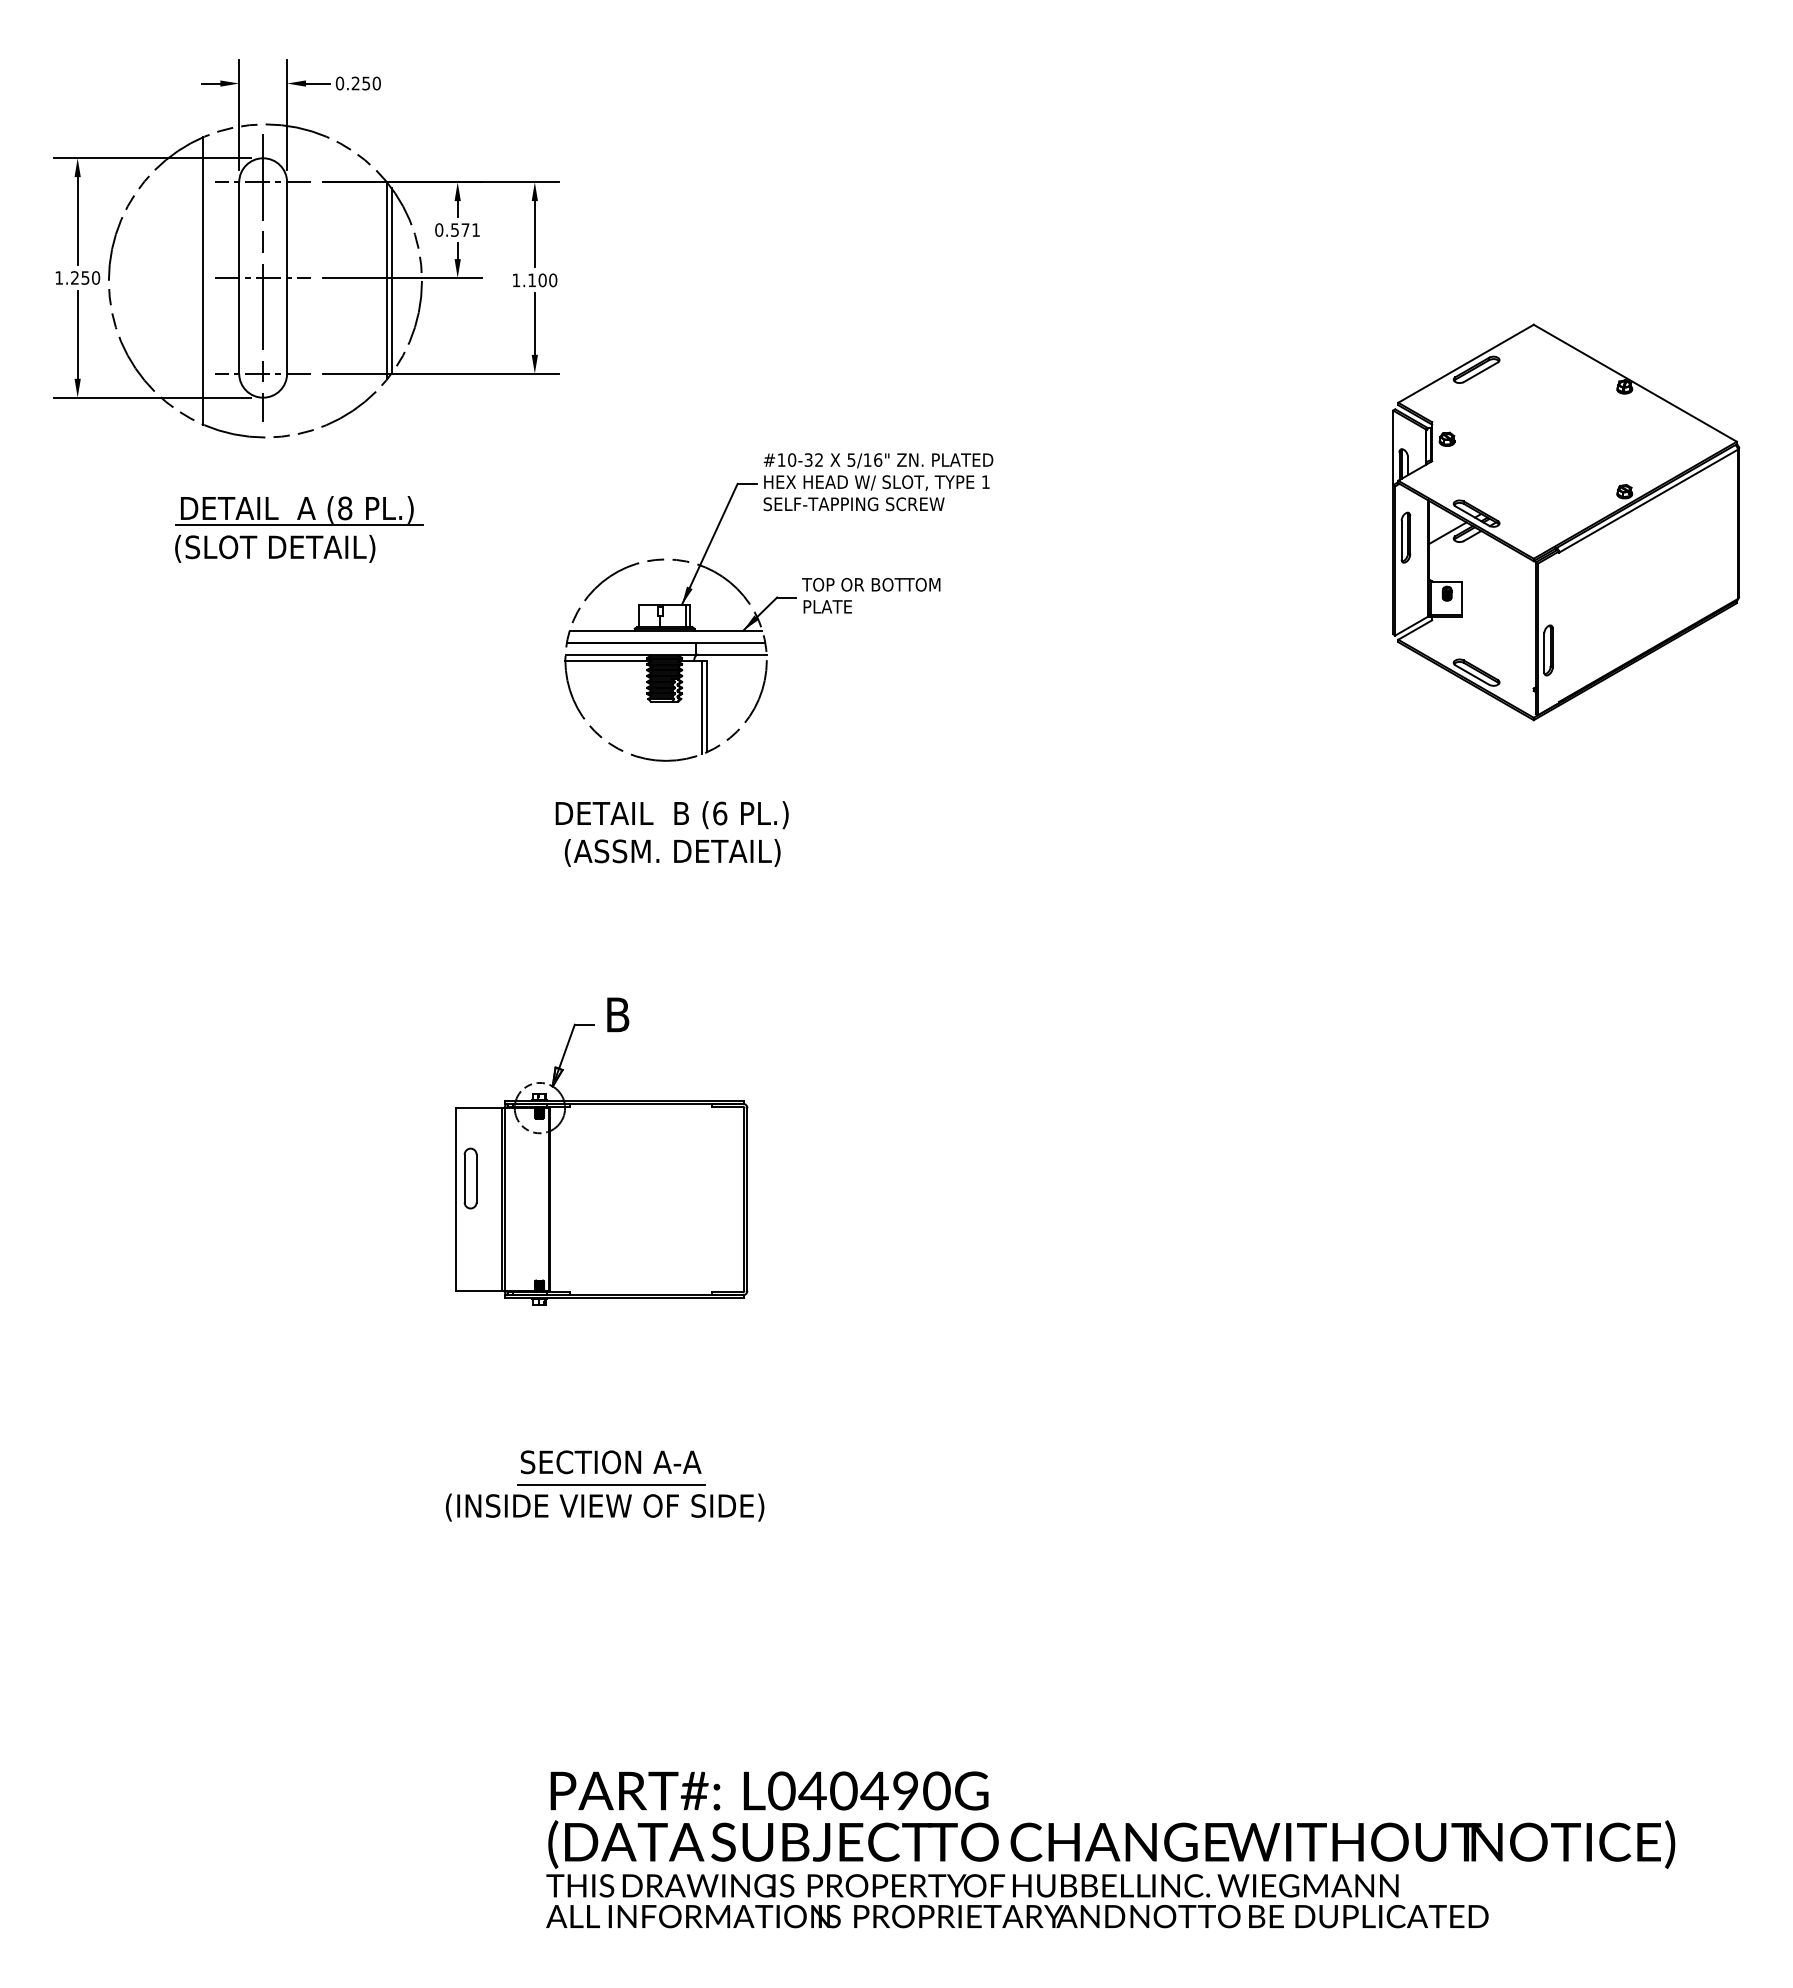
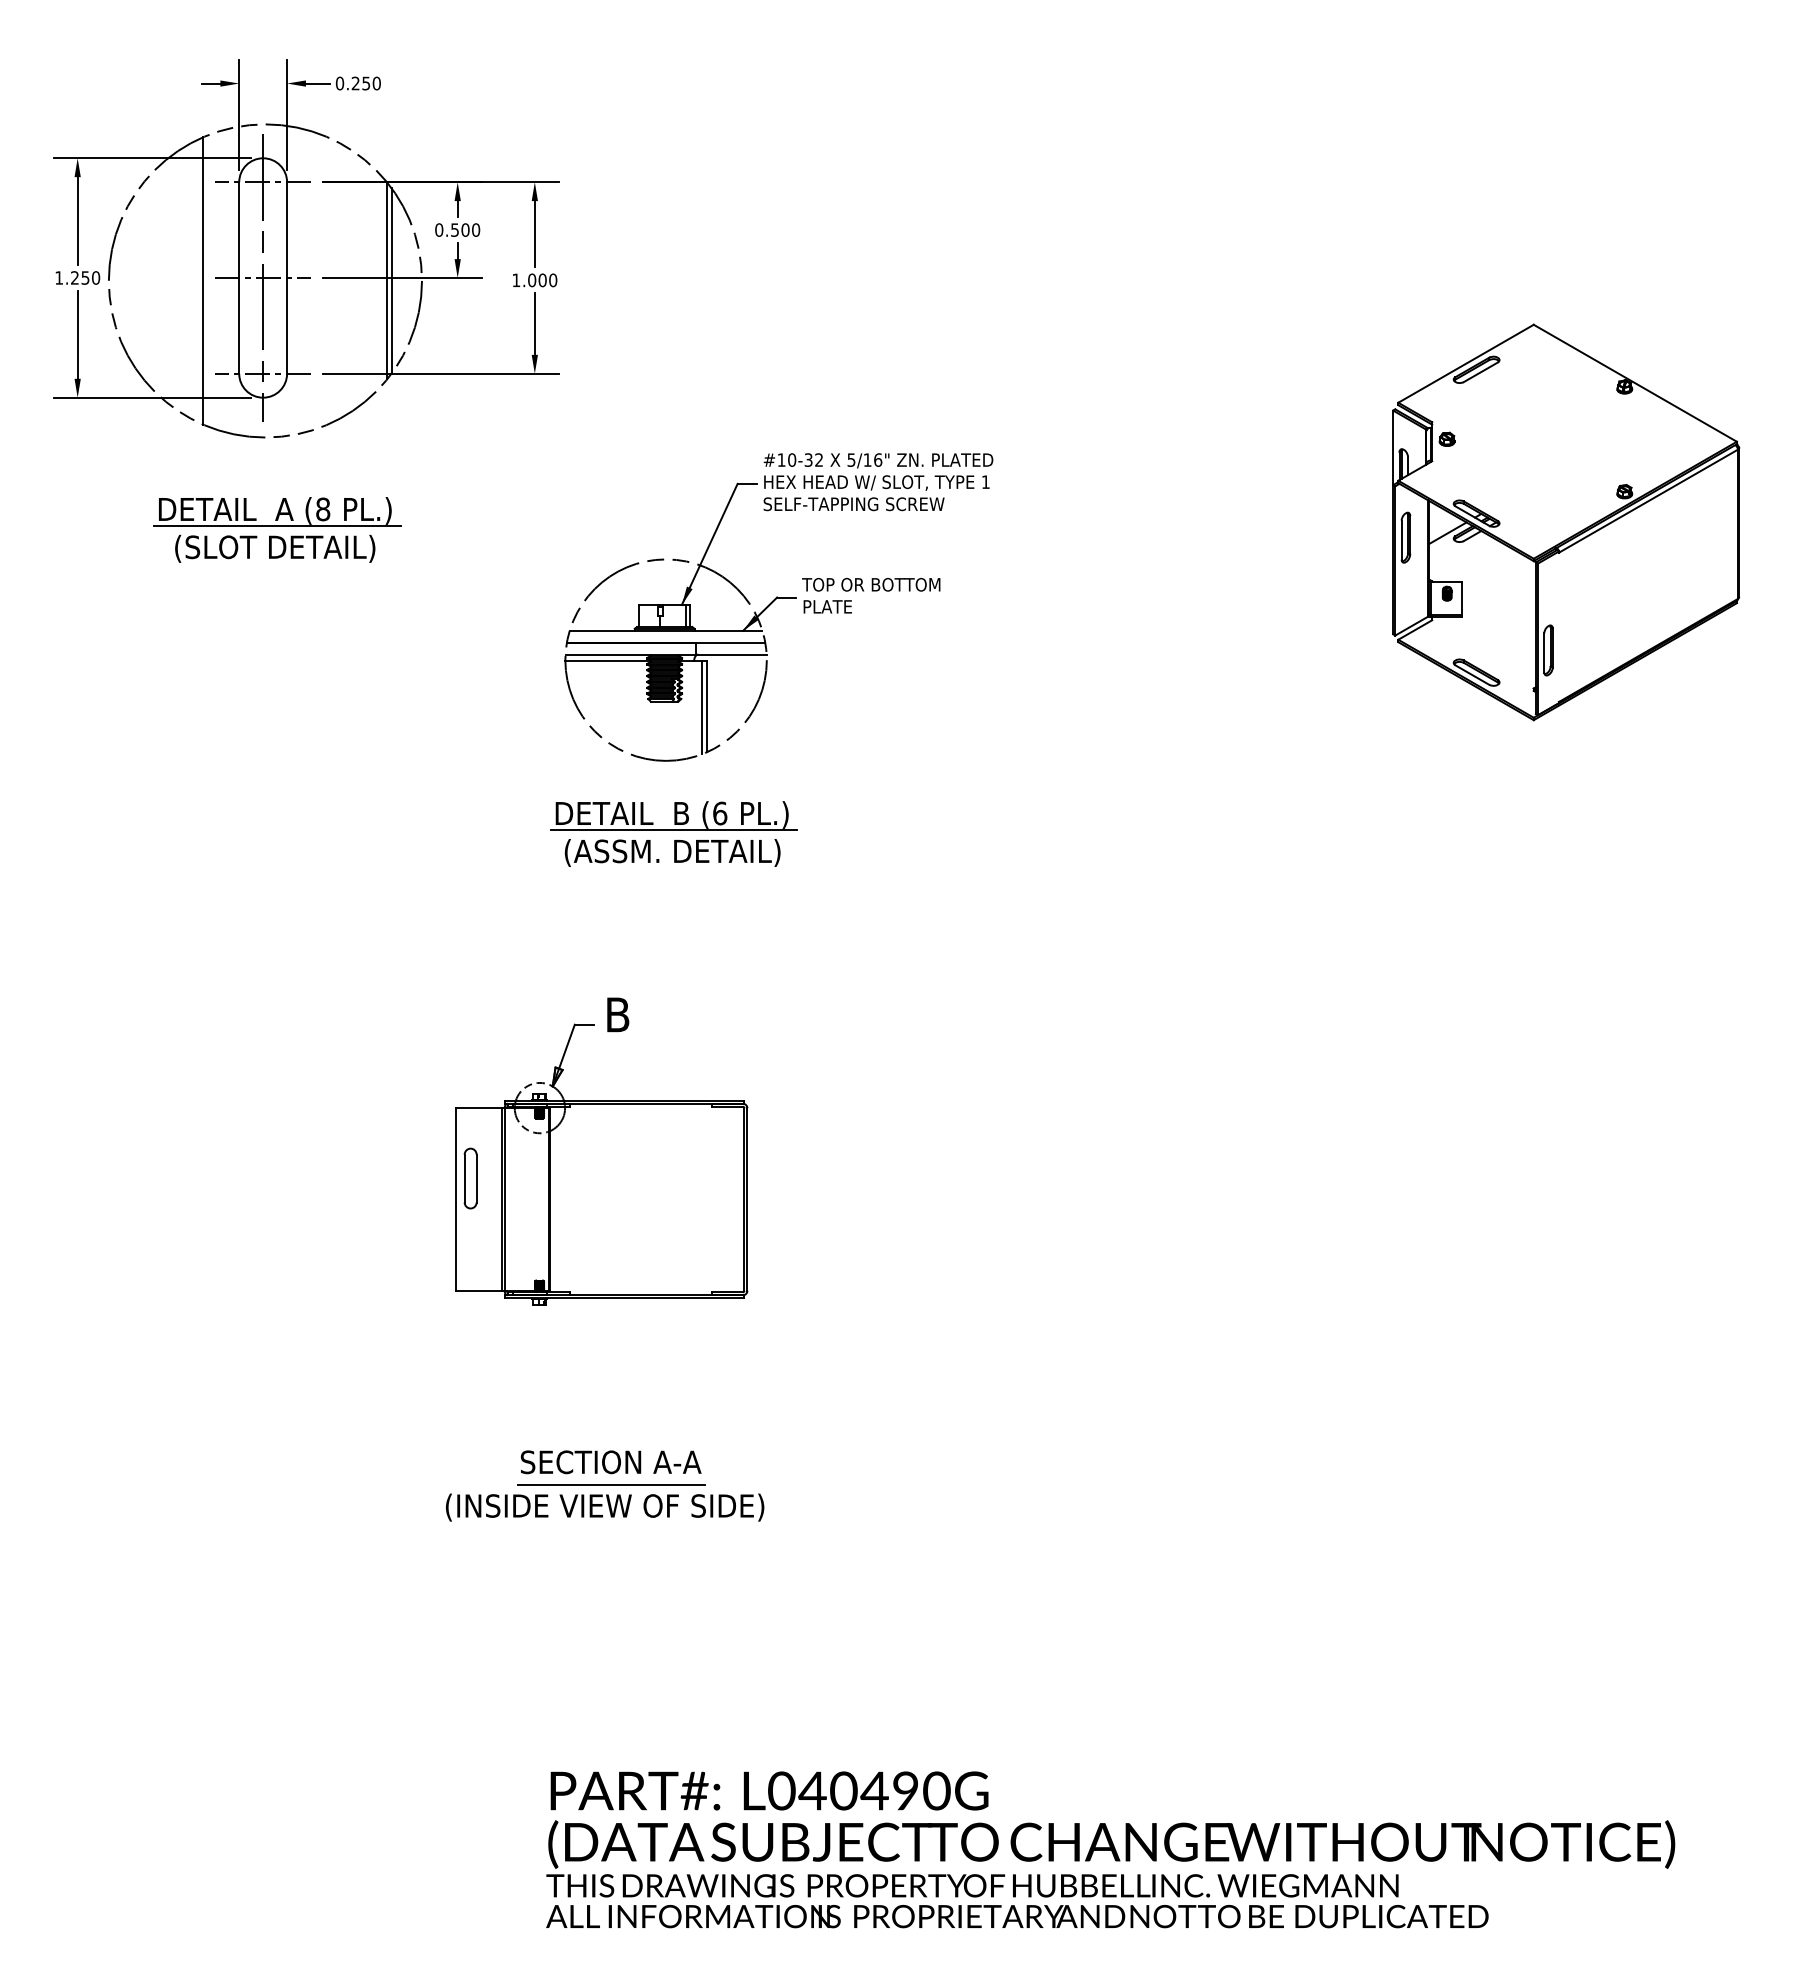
text at (470, 229): 0.571 -> 0.500
text at (532, 280): 1.100 -> 1.000
part at (299, 510) position: (299, 510) -> (277, 511)
line at (673, 830): none -> present
